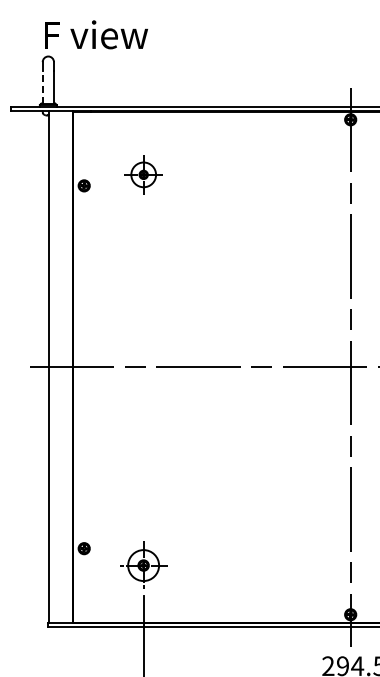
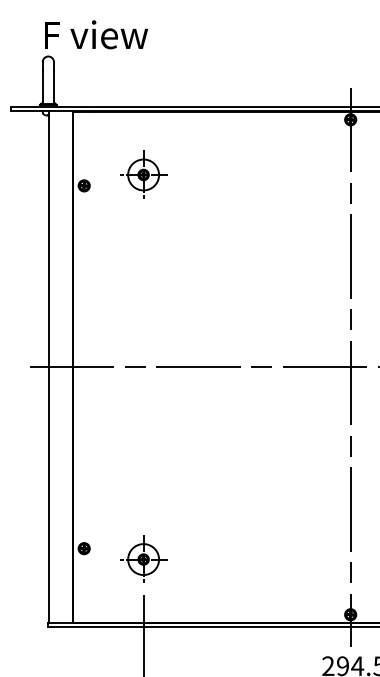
line at (42, 87): dashed -> solid
part at (143, 174) size: 39x40 px -> 48x49 px
part at (143, 564) position: (143, 564) -> (143, 558)
